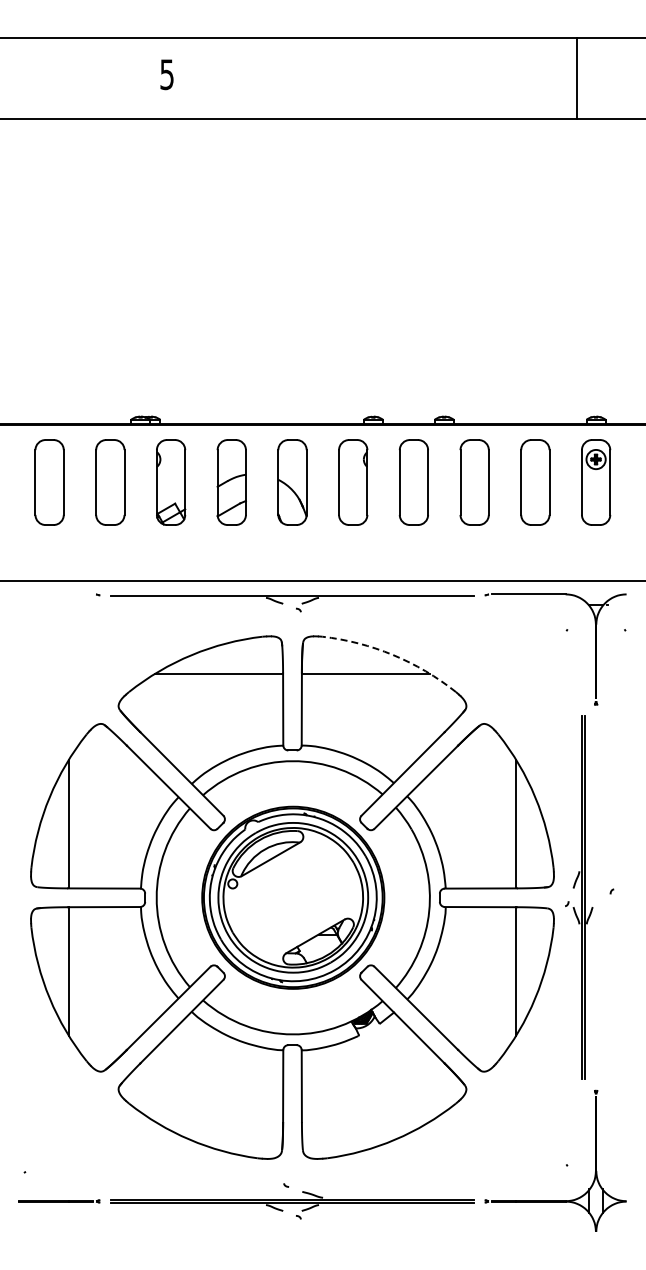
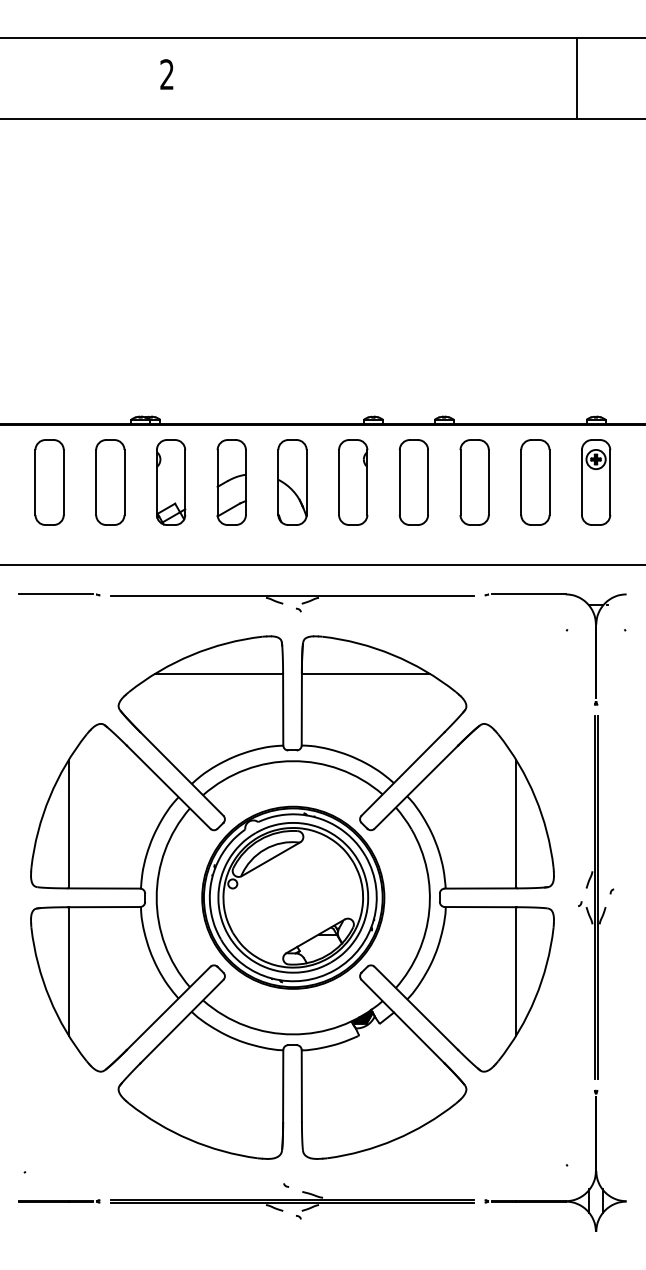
text at (166, 74): 5 -> 2
line at (322, 581) position: (322, 581) -> (322, 565)
line at (56, 594): none -> present
arc at (393, 655): dashed -> solid
part at (579, 897) position: (579, 897) -> (592, 897)
